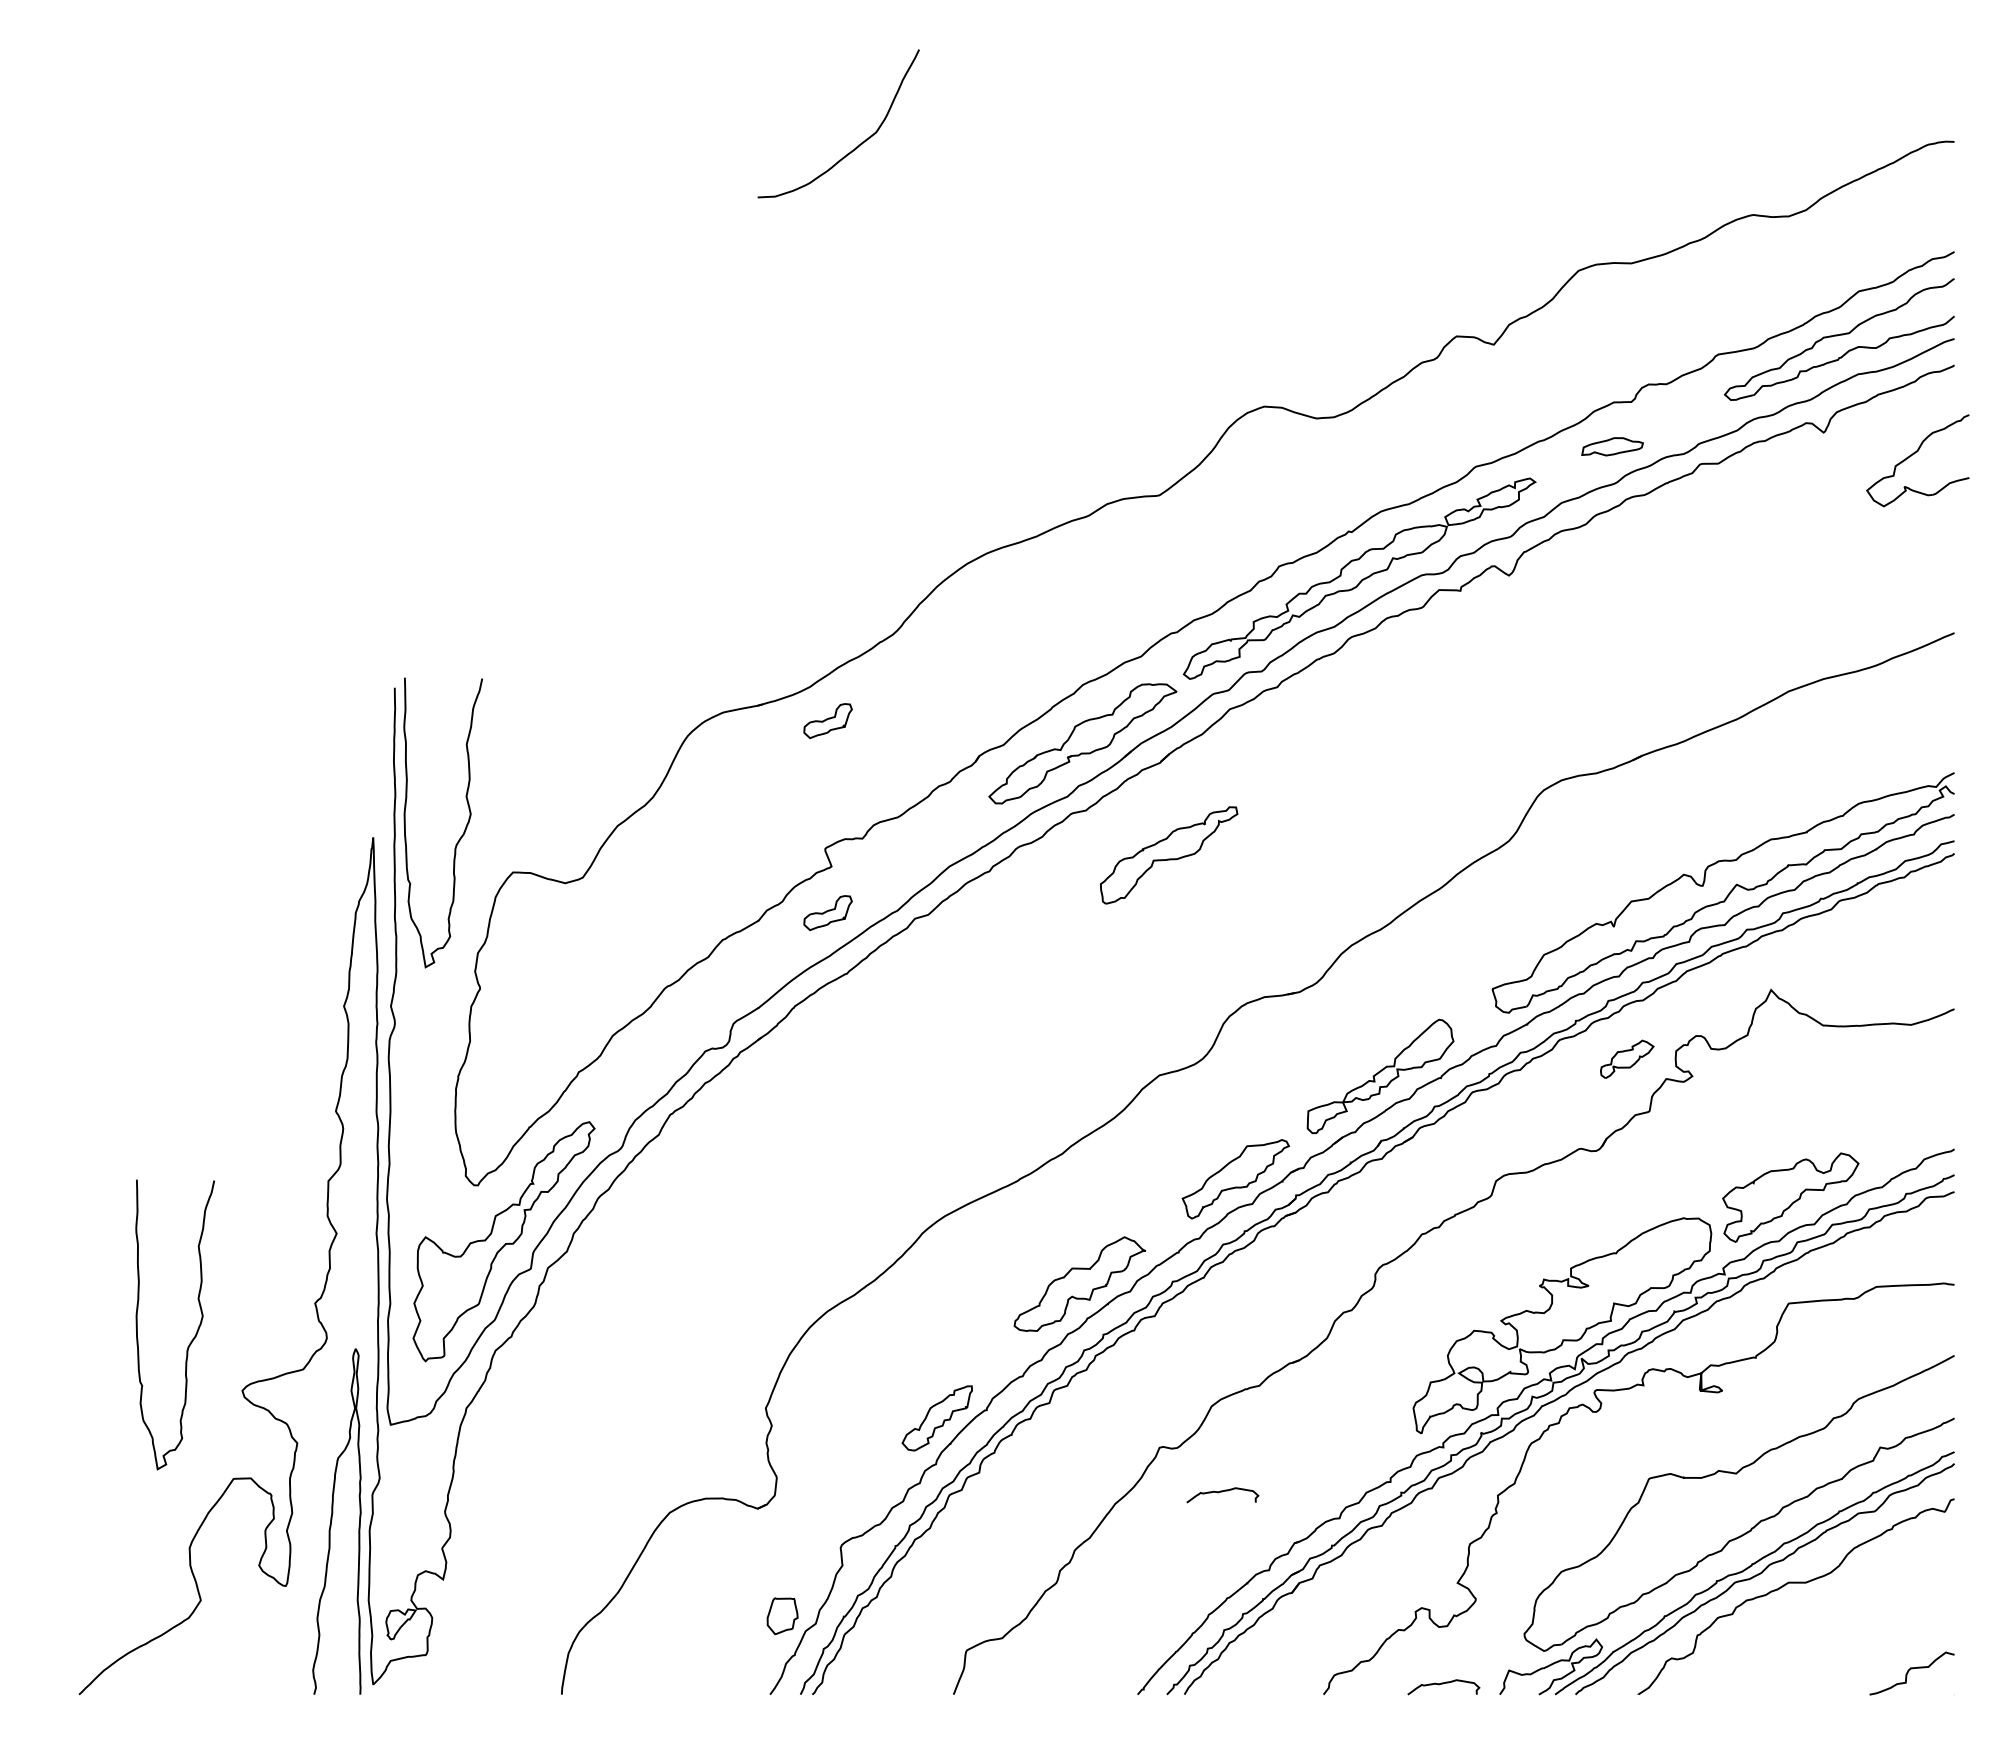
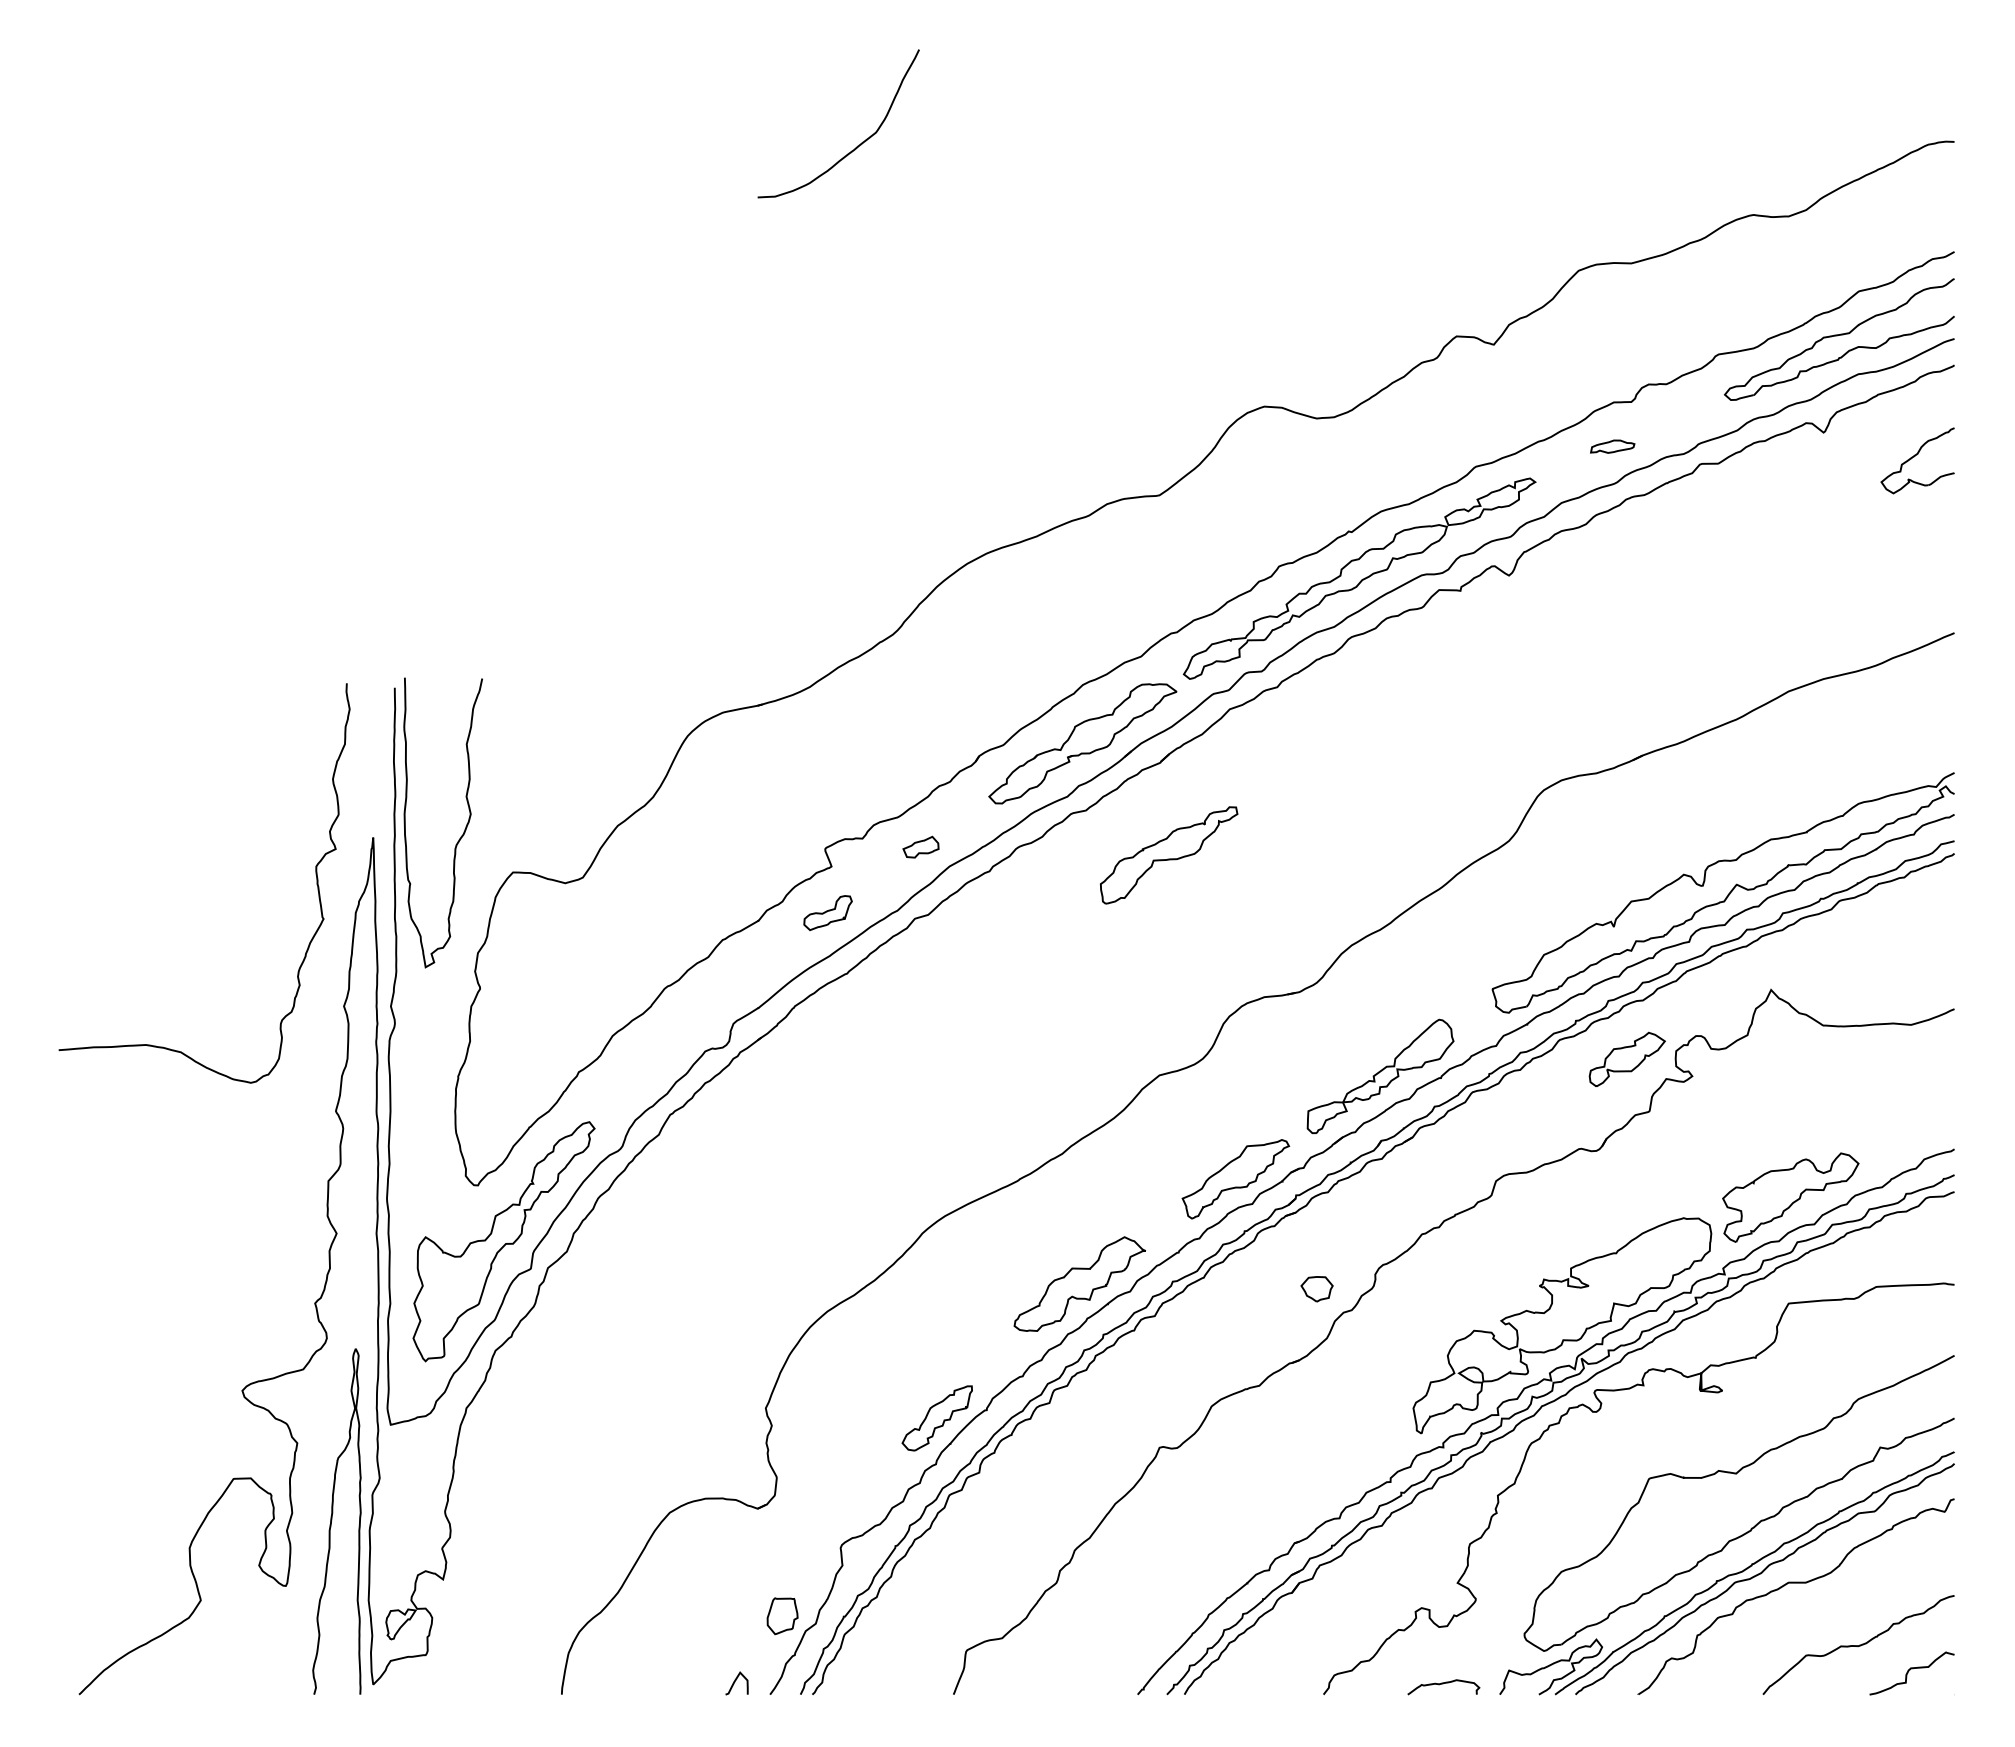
part at (1612, 446) size: 63x20 px -> 46x15 px
part at (1917, 460) size: 104x94 px -> 75x68 px
part at (827, 720): present -> none
part at (920, 846): none -> present
curve at (315, 874): none -> present
part at (1627, 1058) size: 55x40 px -> 78x56 px
part at (1316, 1289): none -> present
curve at (192, 1338): present -> none
curve at (1222, 1492): present -> none
curve at (1859, 1644): none -> present
curve at (735, 1682): none -> present
